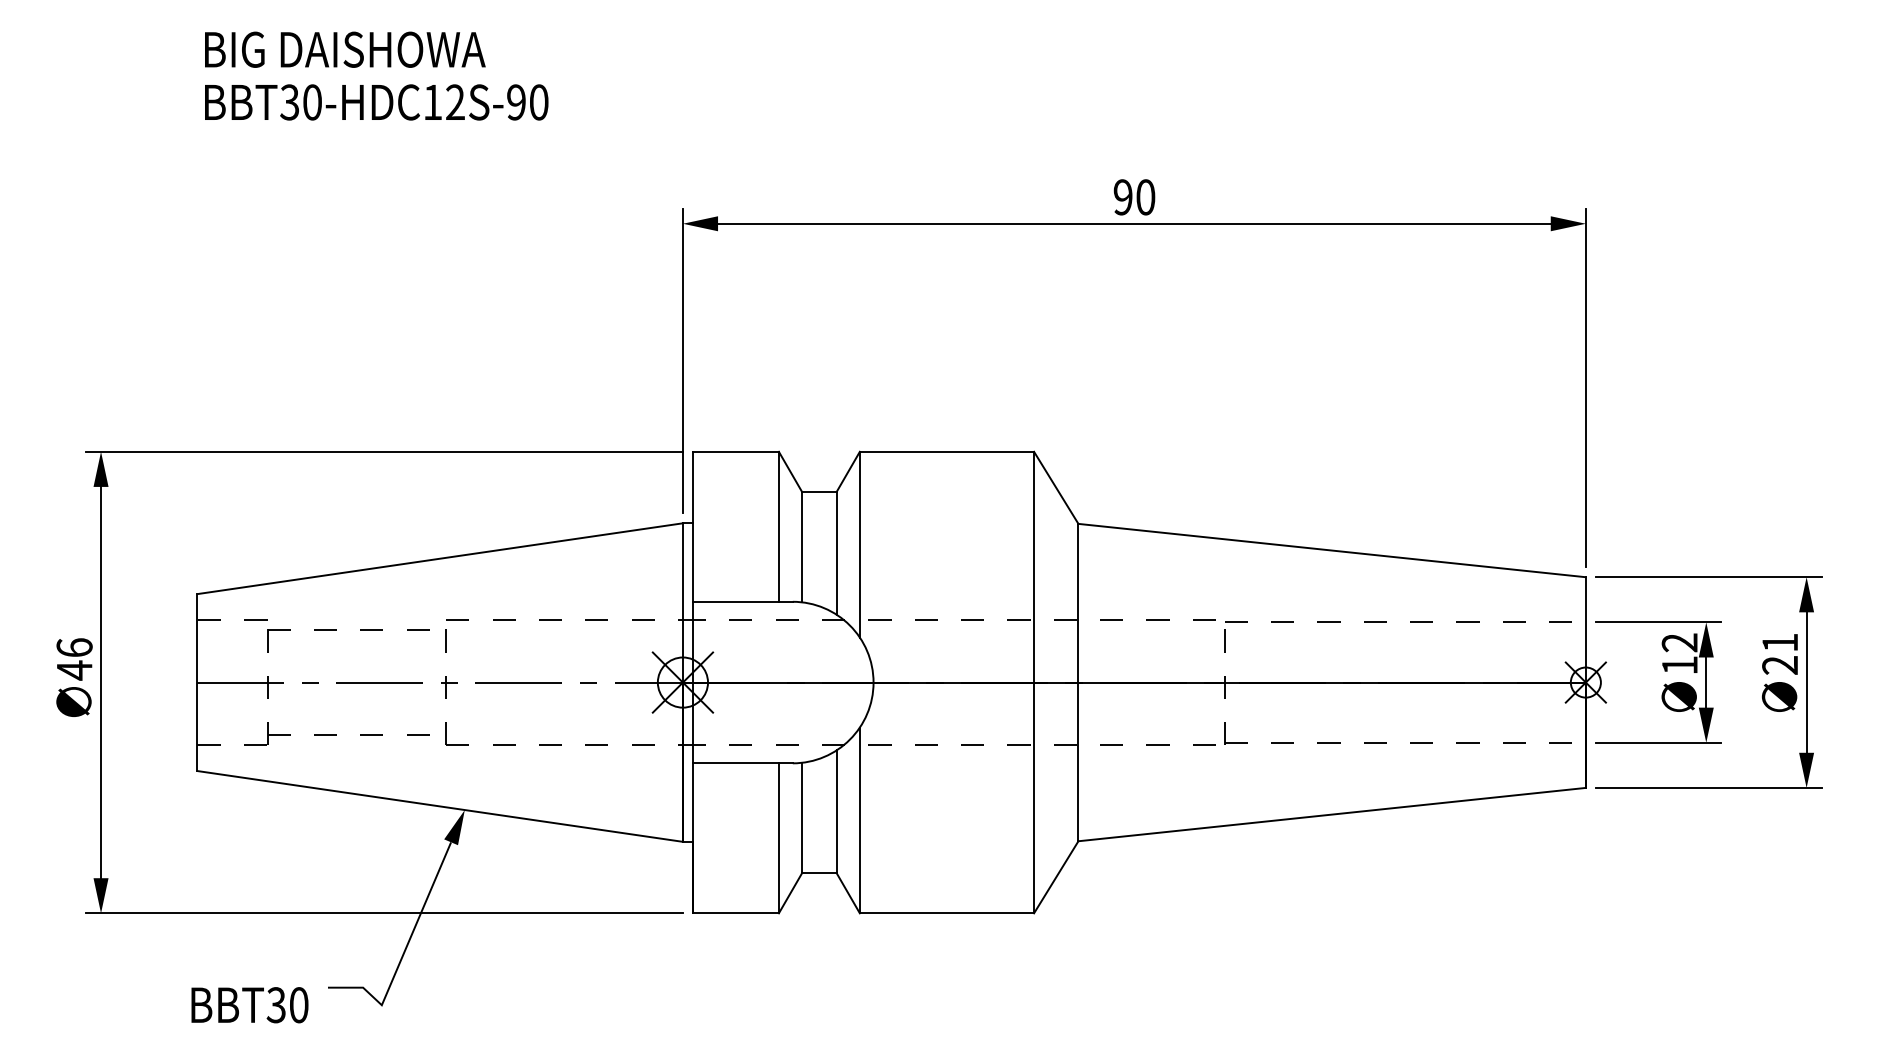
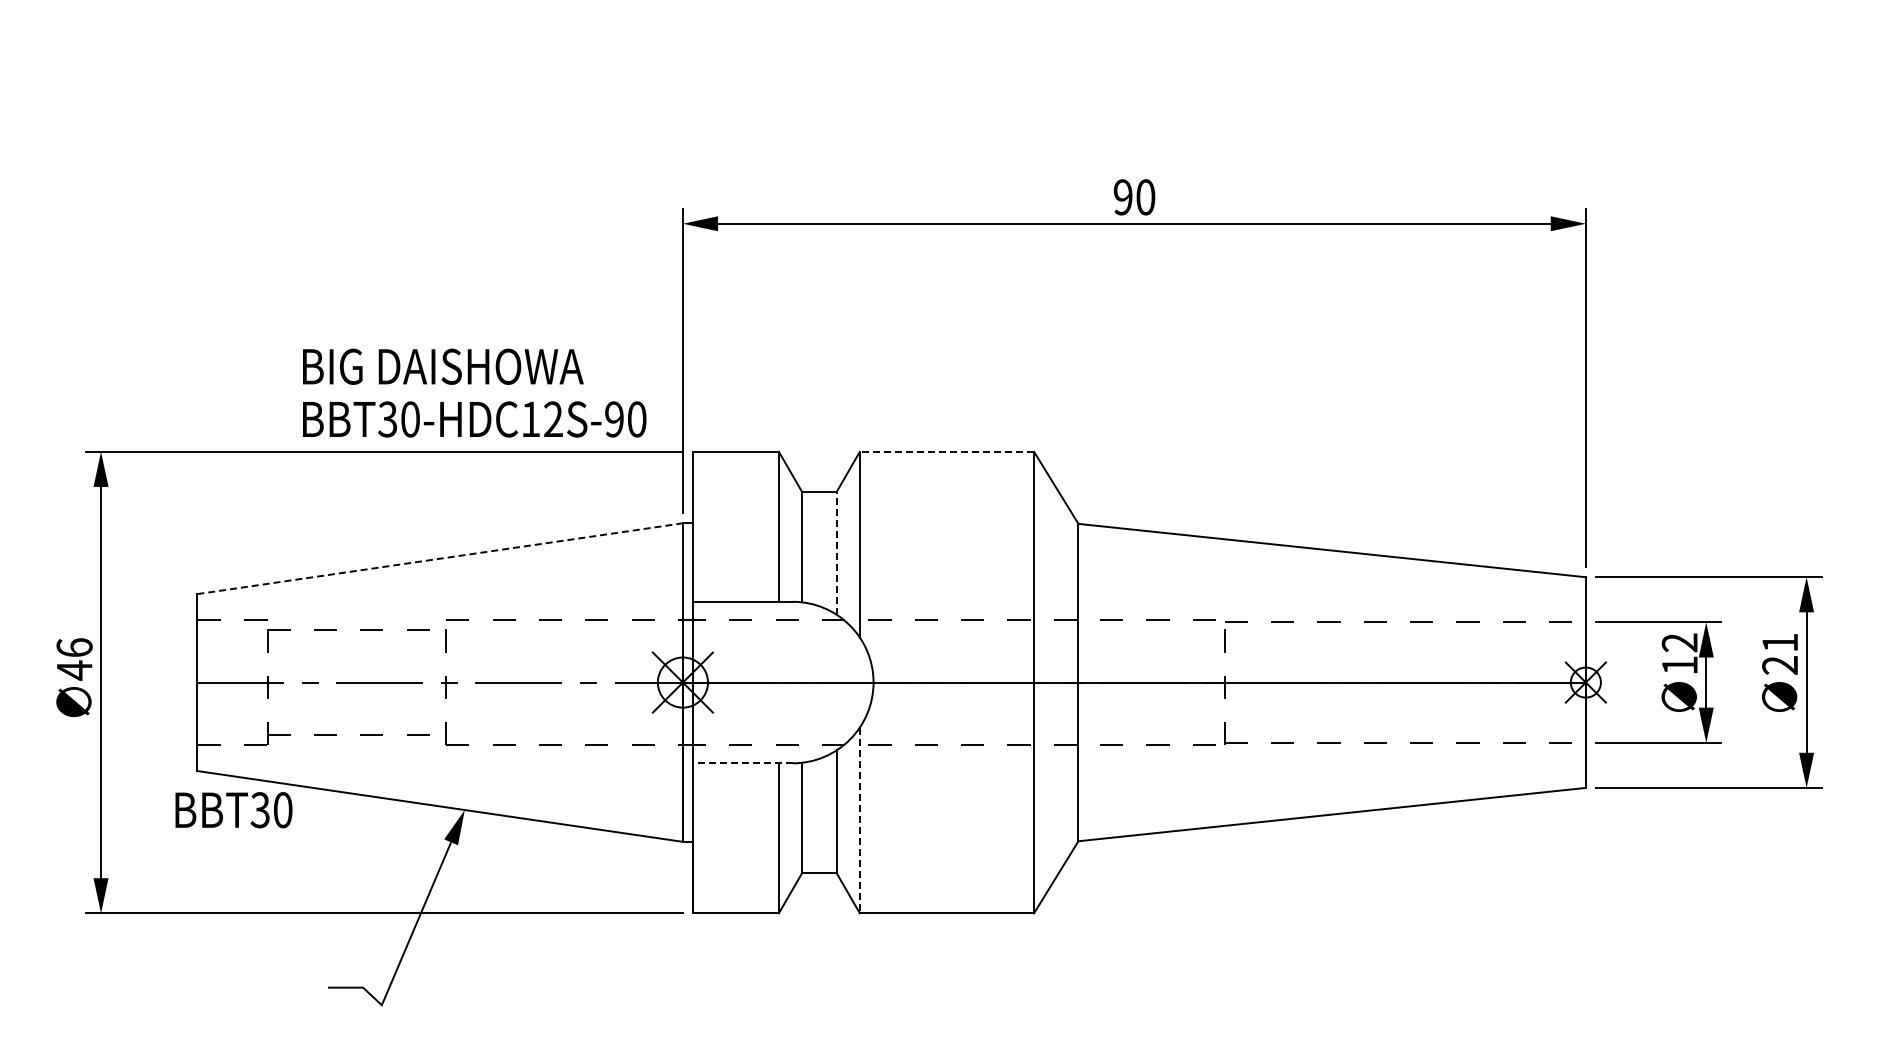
text at (376, 75) position: (376, 75) -> (474, 392)
line at (946, 451): solid -> dashed
line at (836, 552): solid -> dashed
line at (440, 558): solid -> dashed
line at (742, 763): solid -> dashed
line at (859, 820): solid -> dashed
text at (249, 1005) position: (249, 1005) -> (233, 810)
